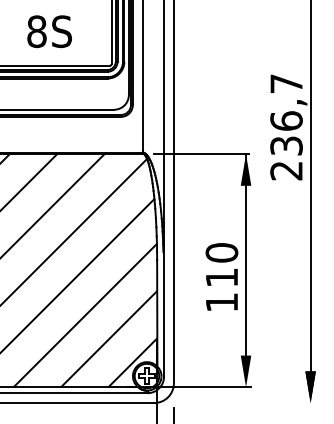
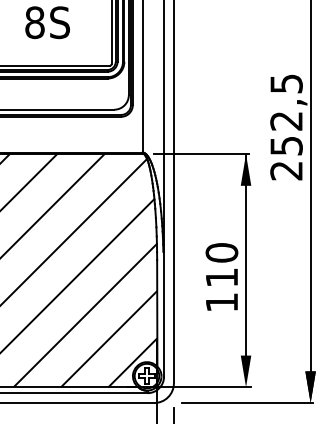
text at (49, 31) position: (49, 31) -> (47, 22)
text at (286, 114): 236,7 -> 252,5
line at (247, 403): none -> present
